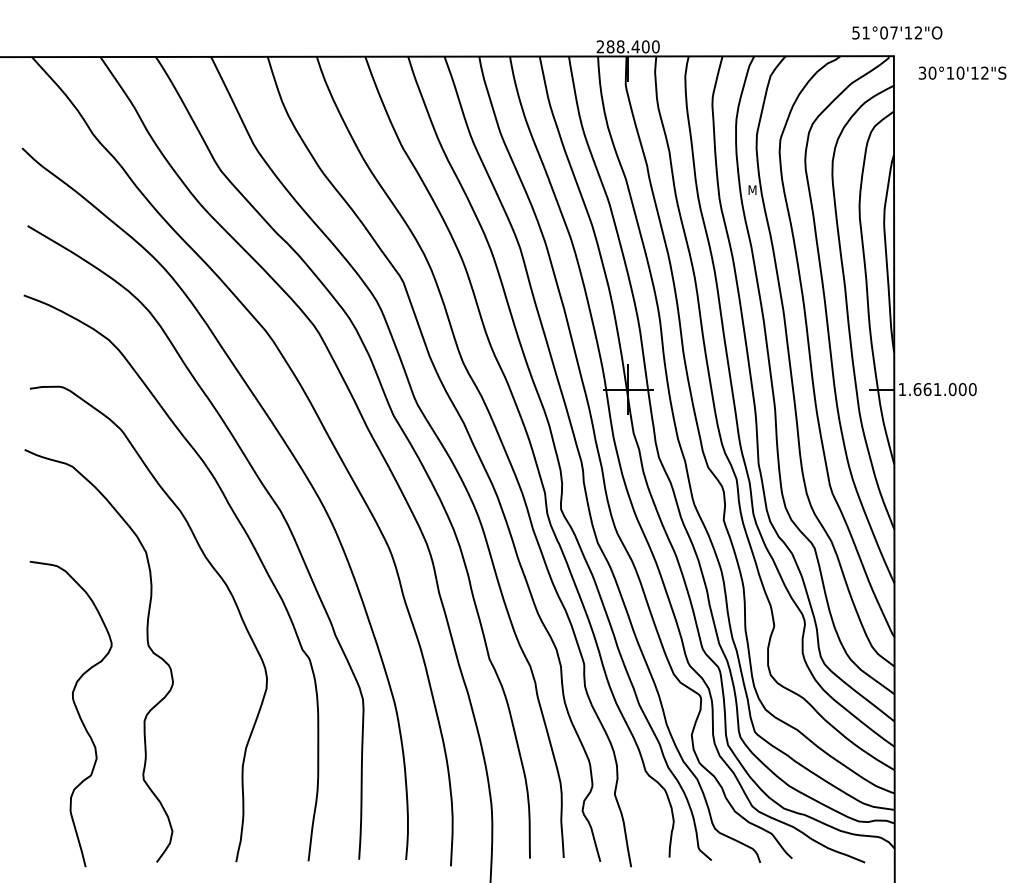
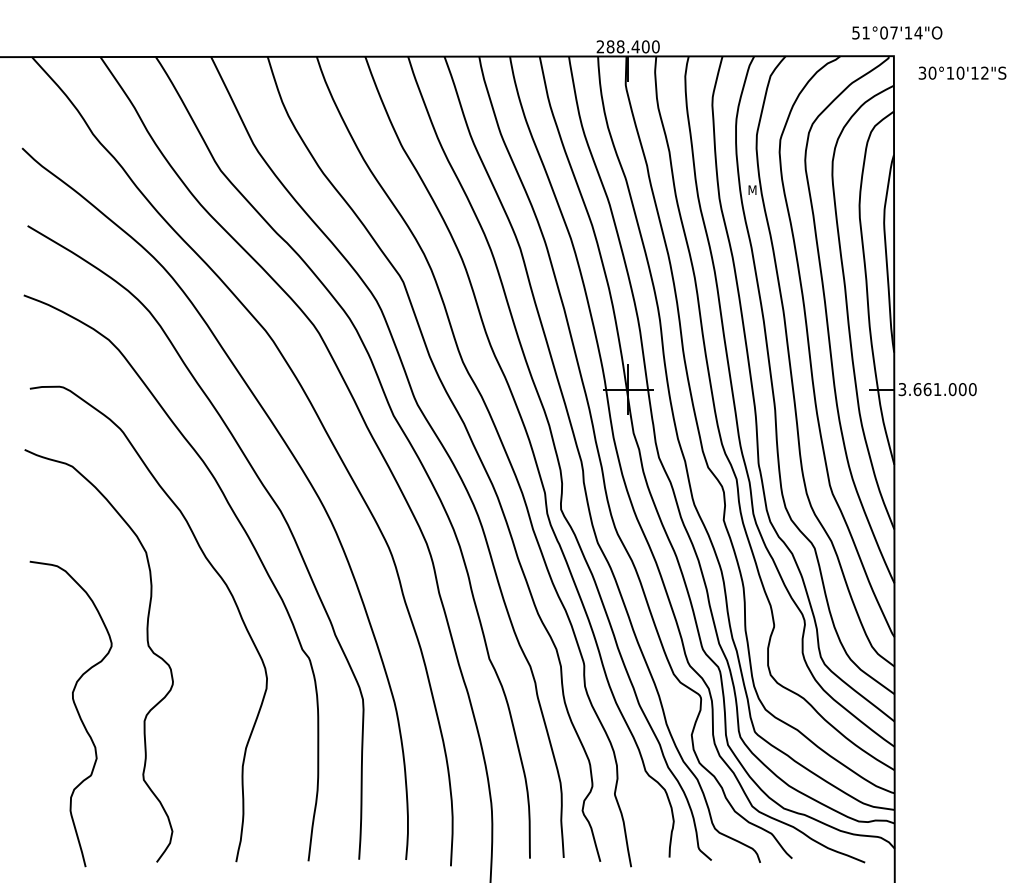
text at (918, 32): 51°07'12"O -> 51°07'14"O
text at (902, 389): 1.661.000 -> 3.661.000
